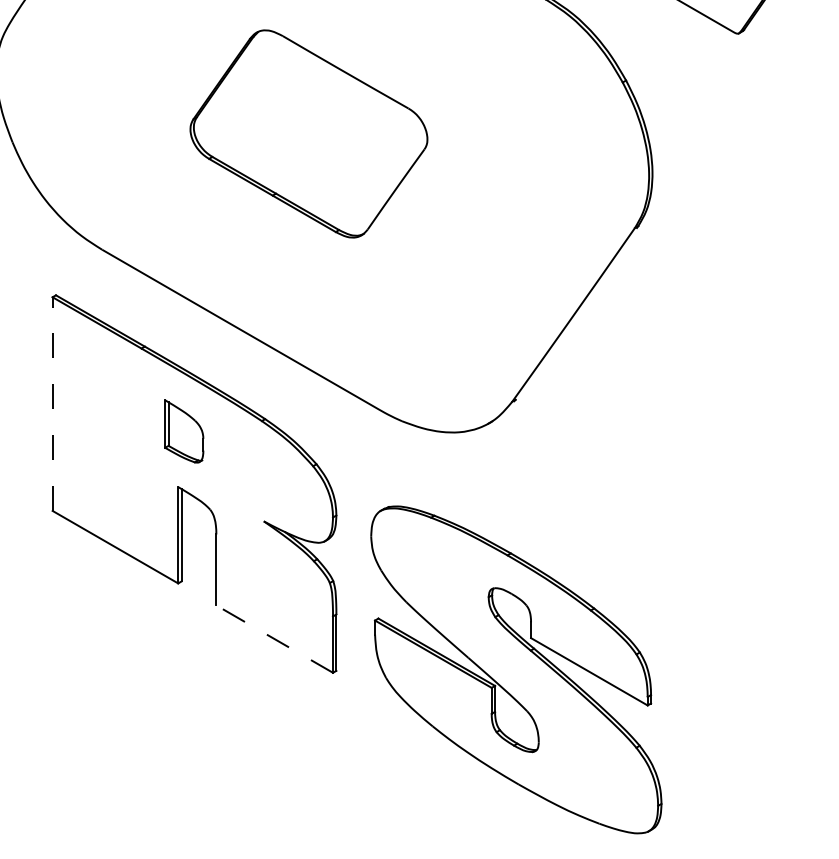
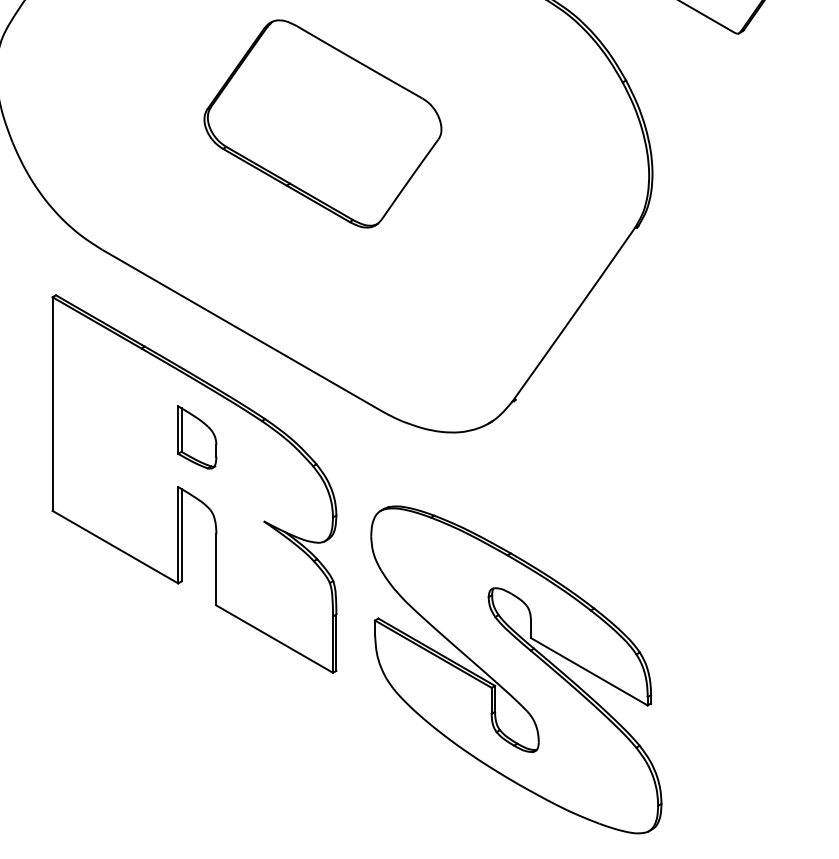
part at (308, 133) position: (308, 133) -> (322, 123)
line at (52, 404): dashed -> solid
part at (184, 431) position: (184, 431) -> (197, 437)
line at (274, 638): dashed -> solid
